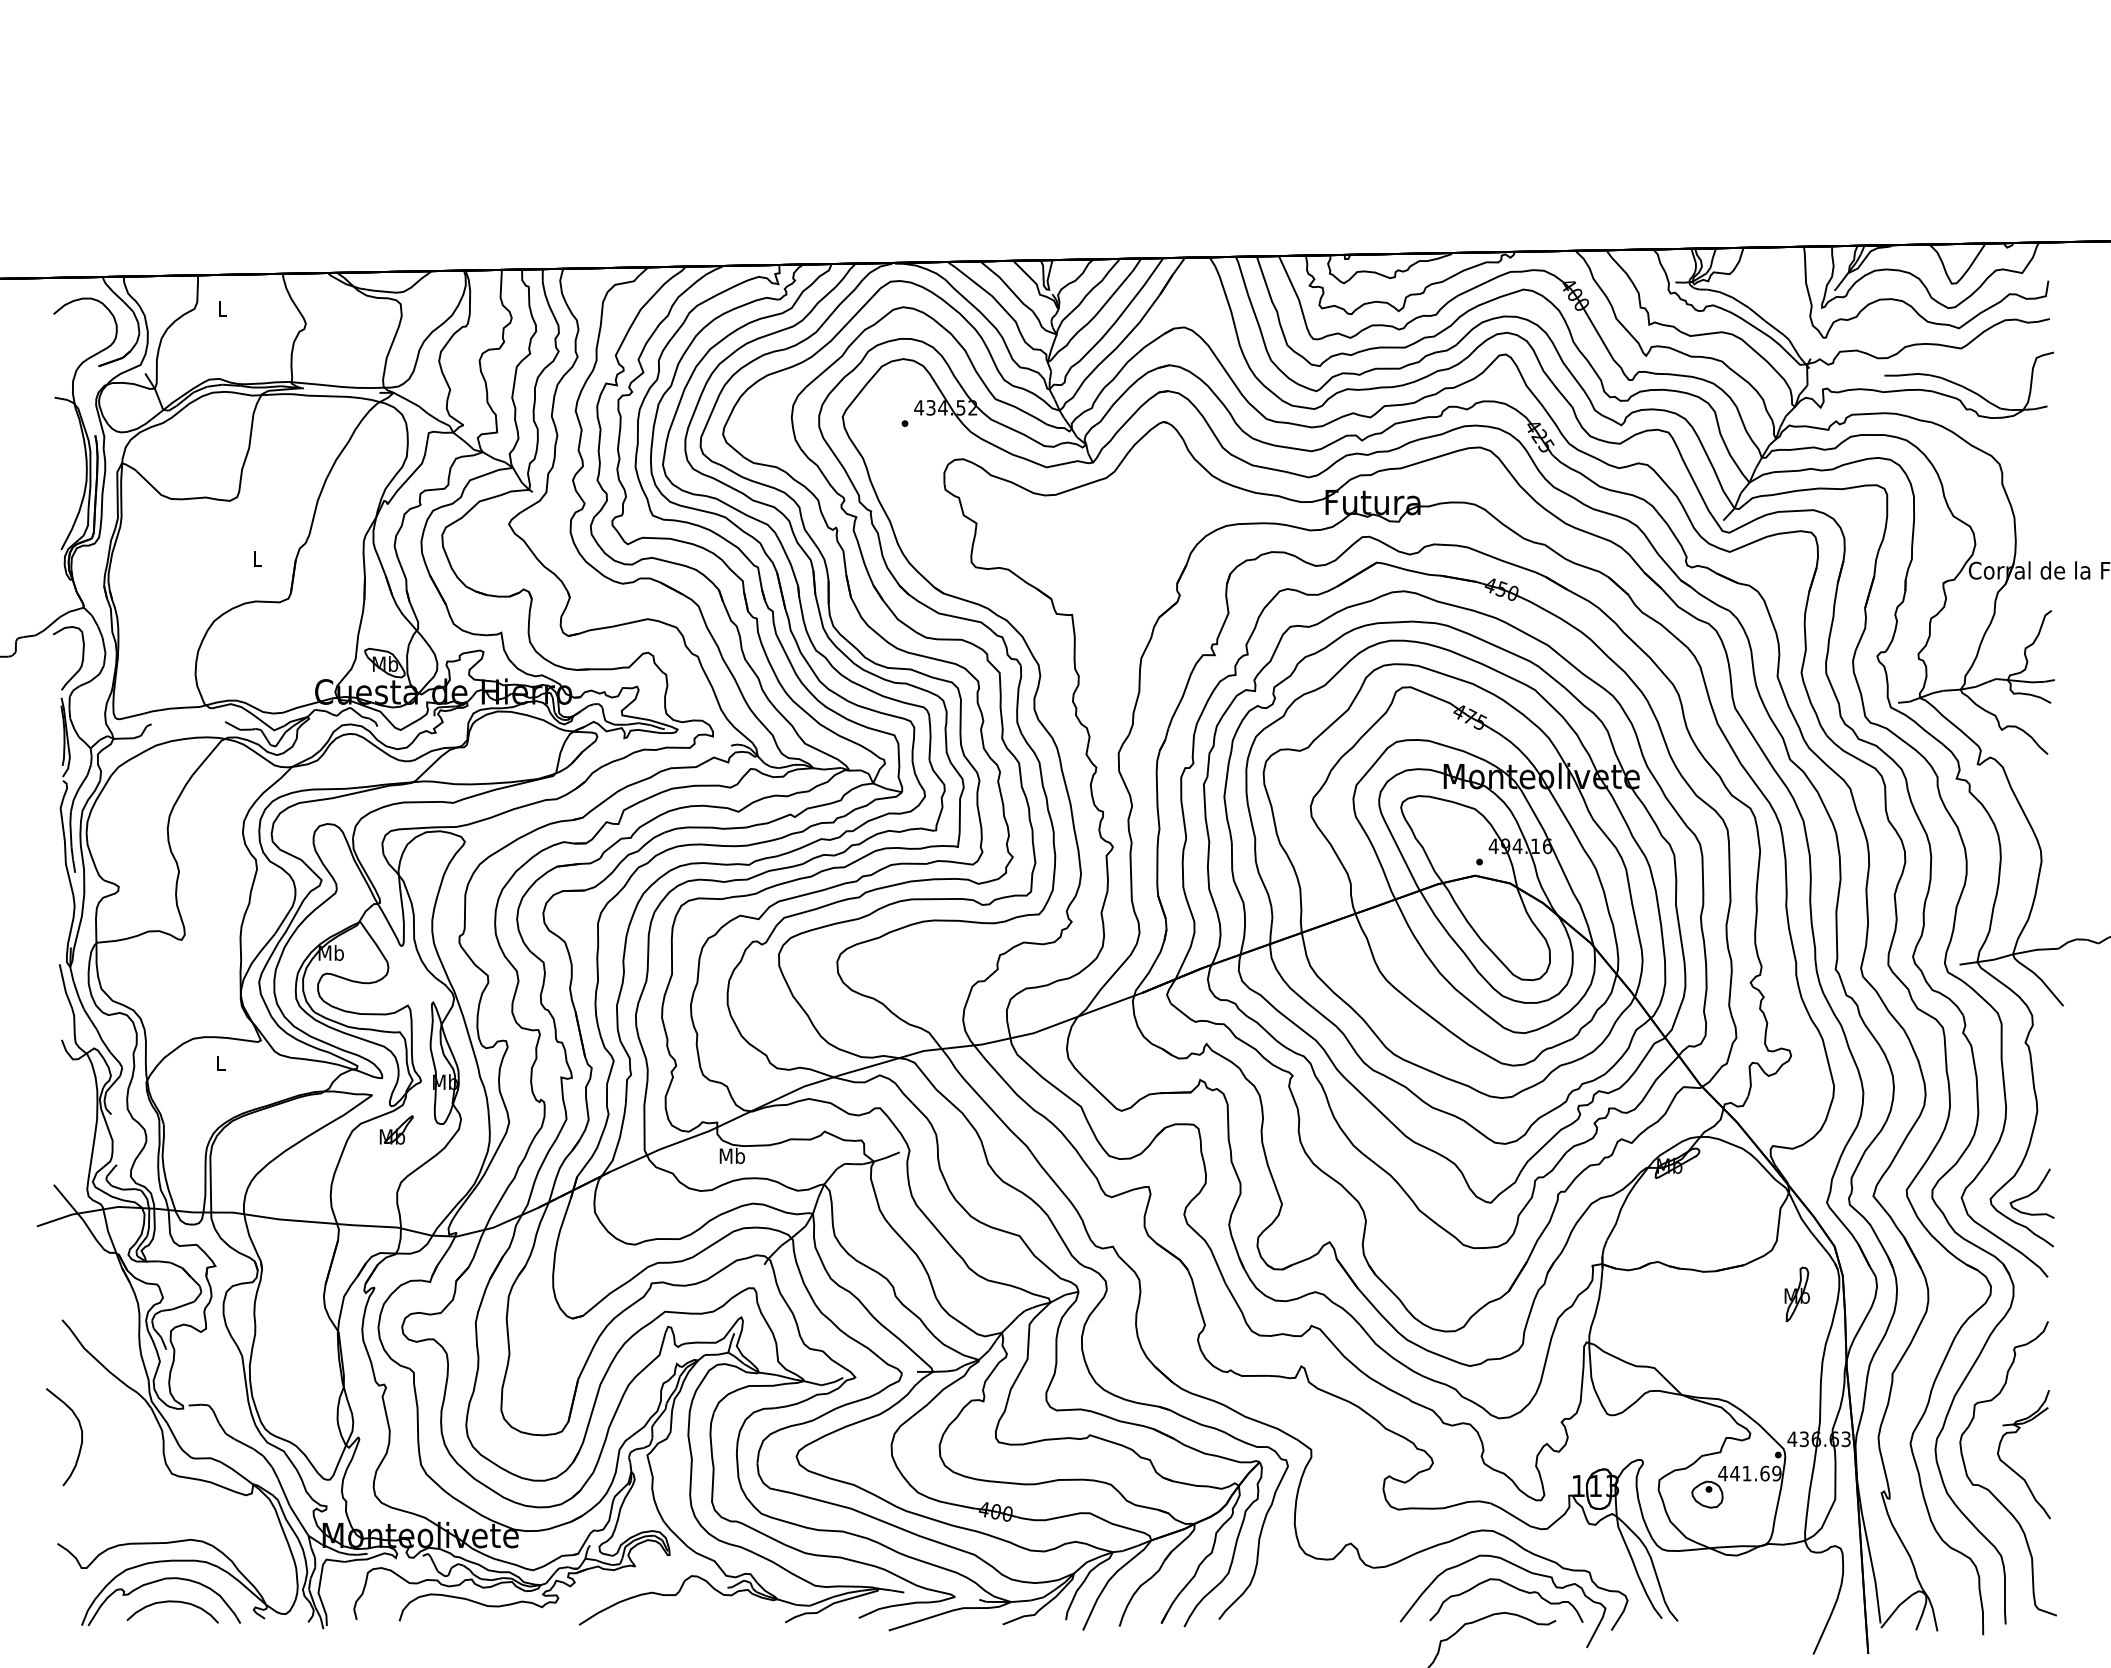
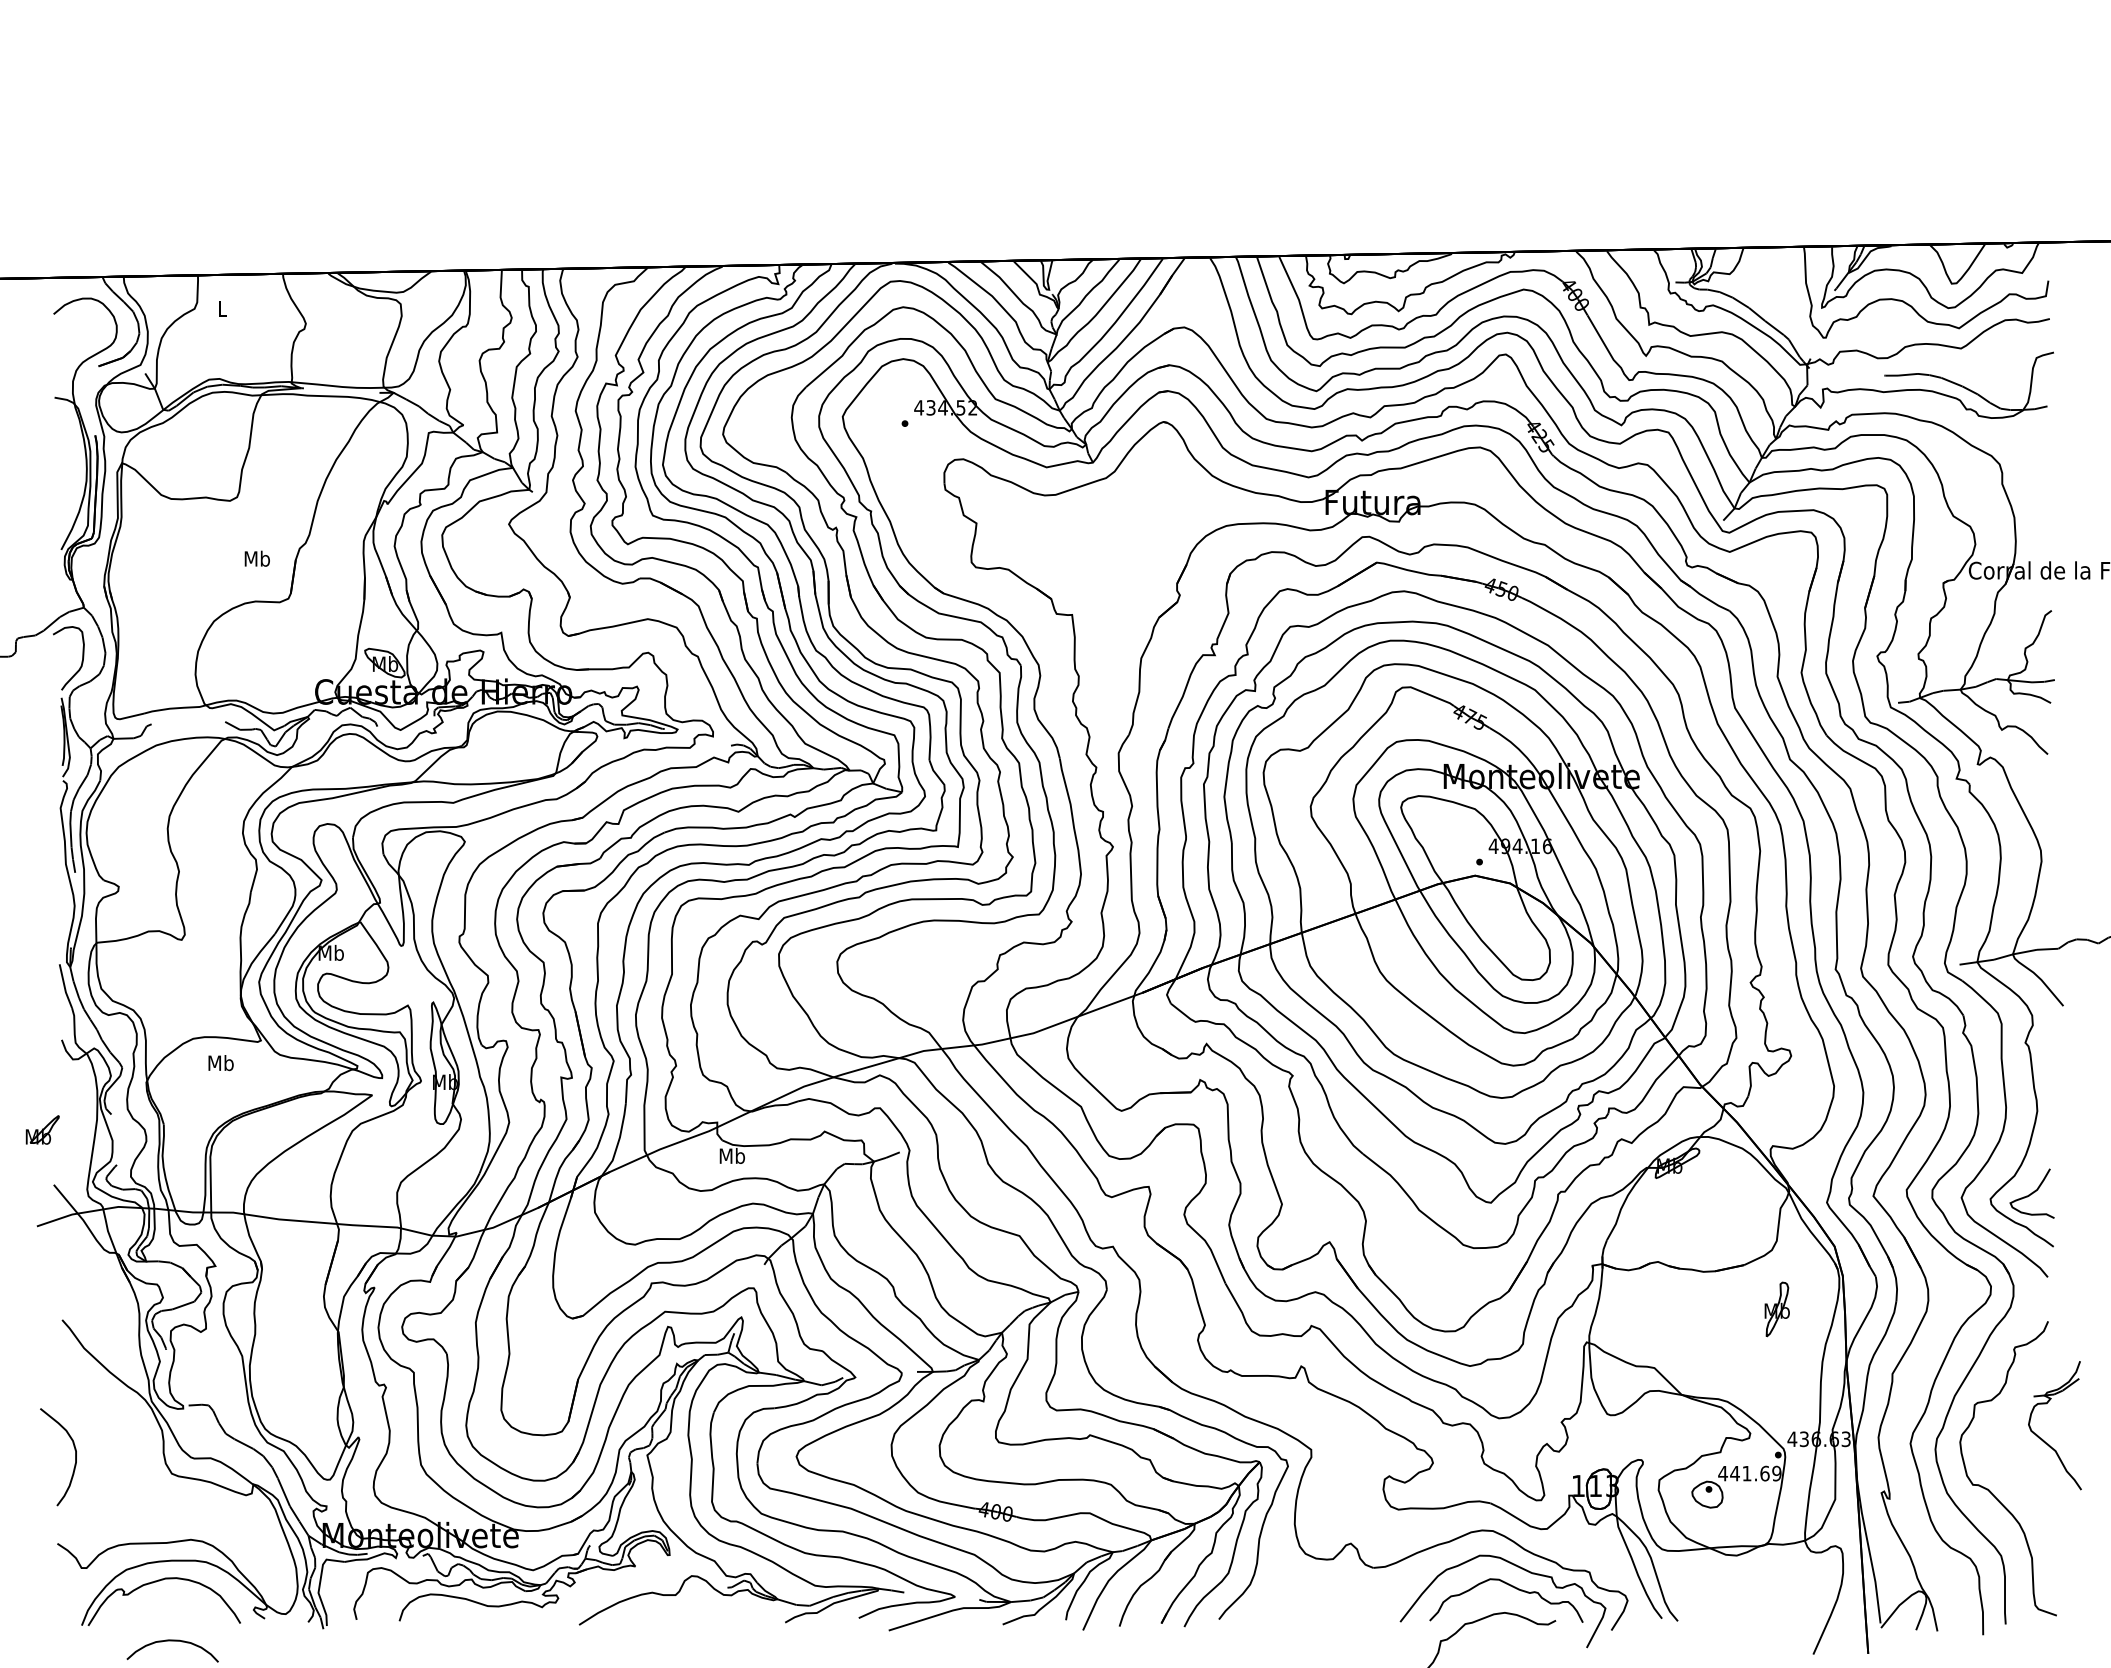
text at (256, 558): L -> Mb
text at (220, 1063): L -> Mb
part at (396, 1129) position: (396, 1129) -> (42, 1129)
part at (1796, 1294) position: (1796, 1294) -> (1776, 1309)
curve at (81, 1437) position: (81, 1437) -> (75, 1457)
part at (2011, 1467) position: (2011, 1467) -> (2042, 1438)
curve at (172, 1602) position: (172, 1602) -> (172, 1641)
